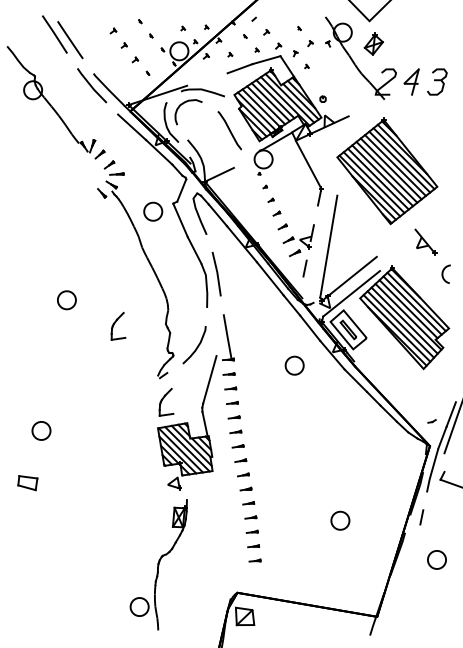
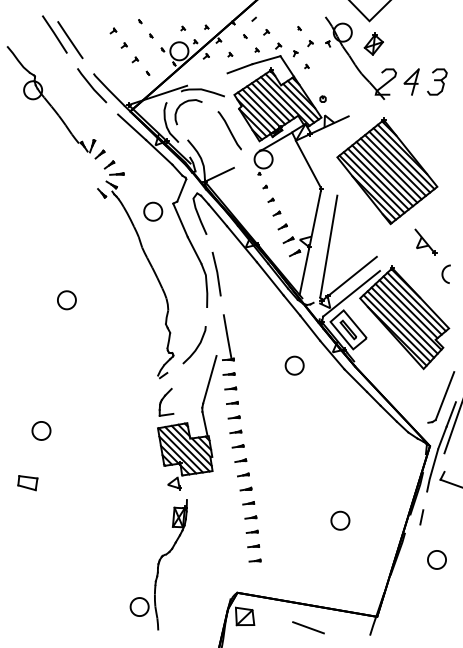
line at (310, 242): dashed -> solid
part at (118, 325): present -> none
line at (444, 396): none -> present
line at (308, 627): none -> present
